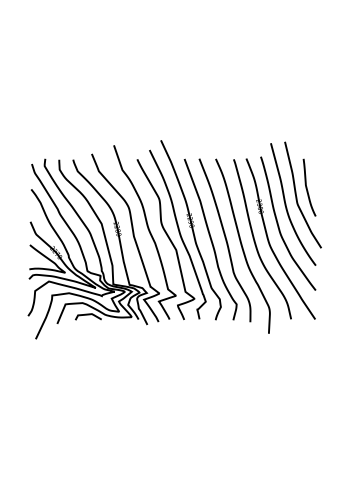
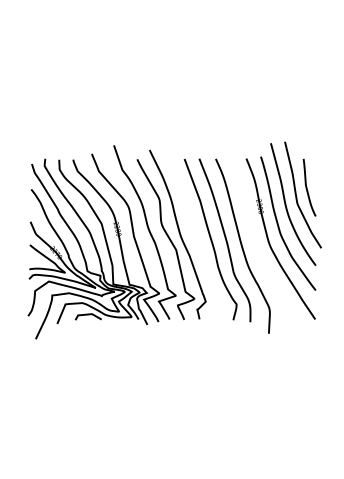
part at (190, 230): present -> none
curve at (255, 240): present -> none
